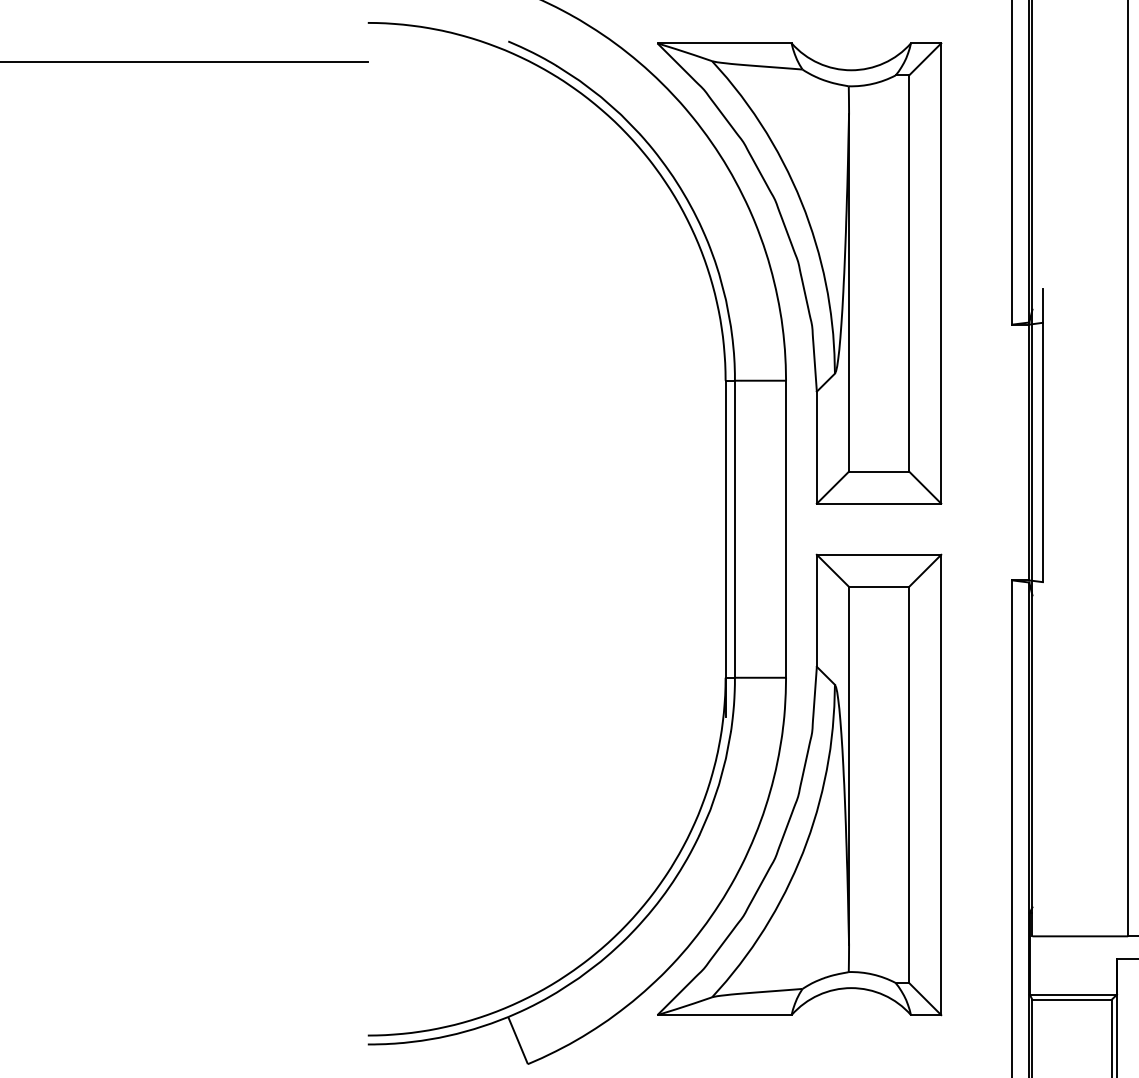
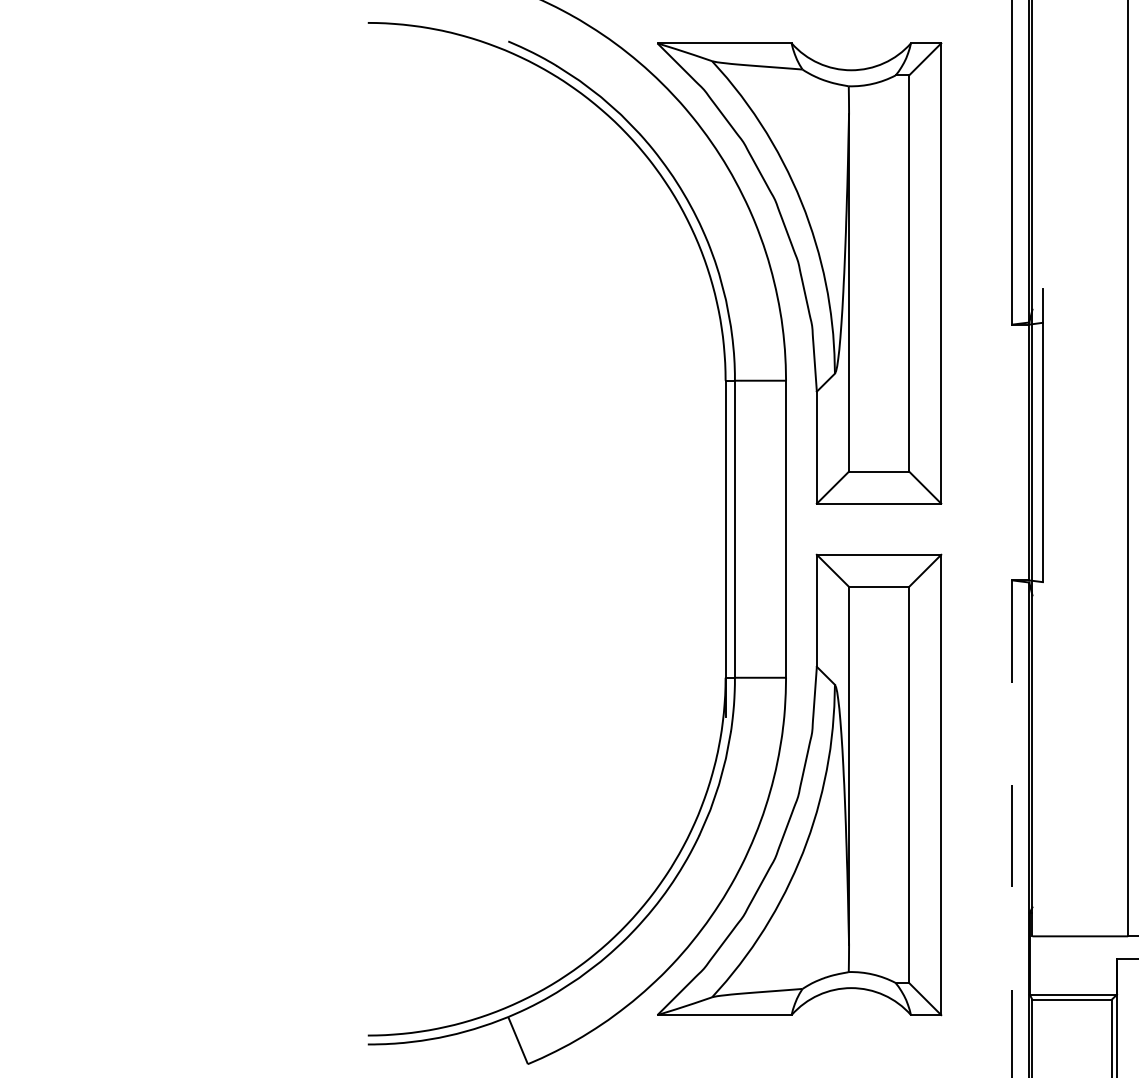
line at (184, 61): present -> none
line at (1012, 828): solid -> dashed
